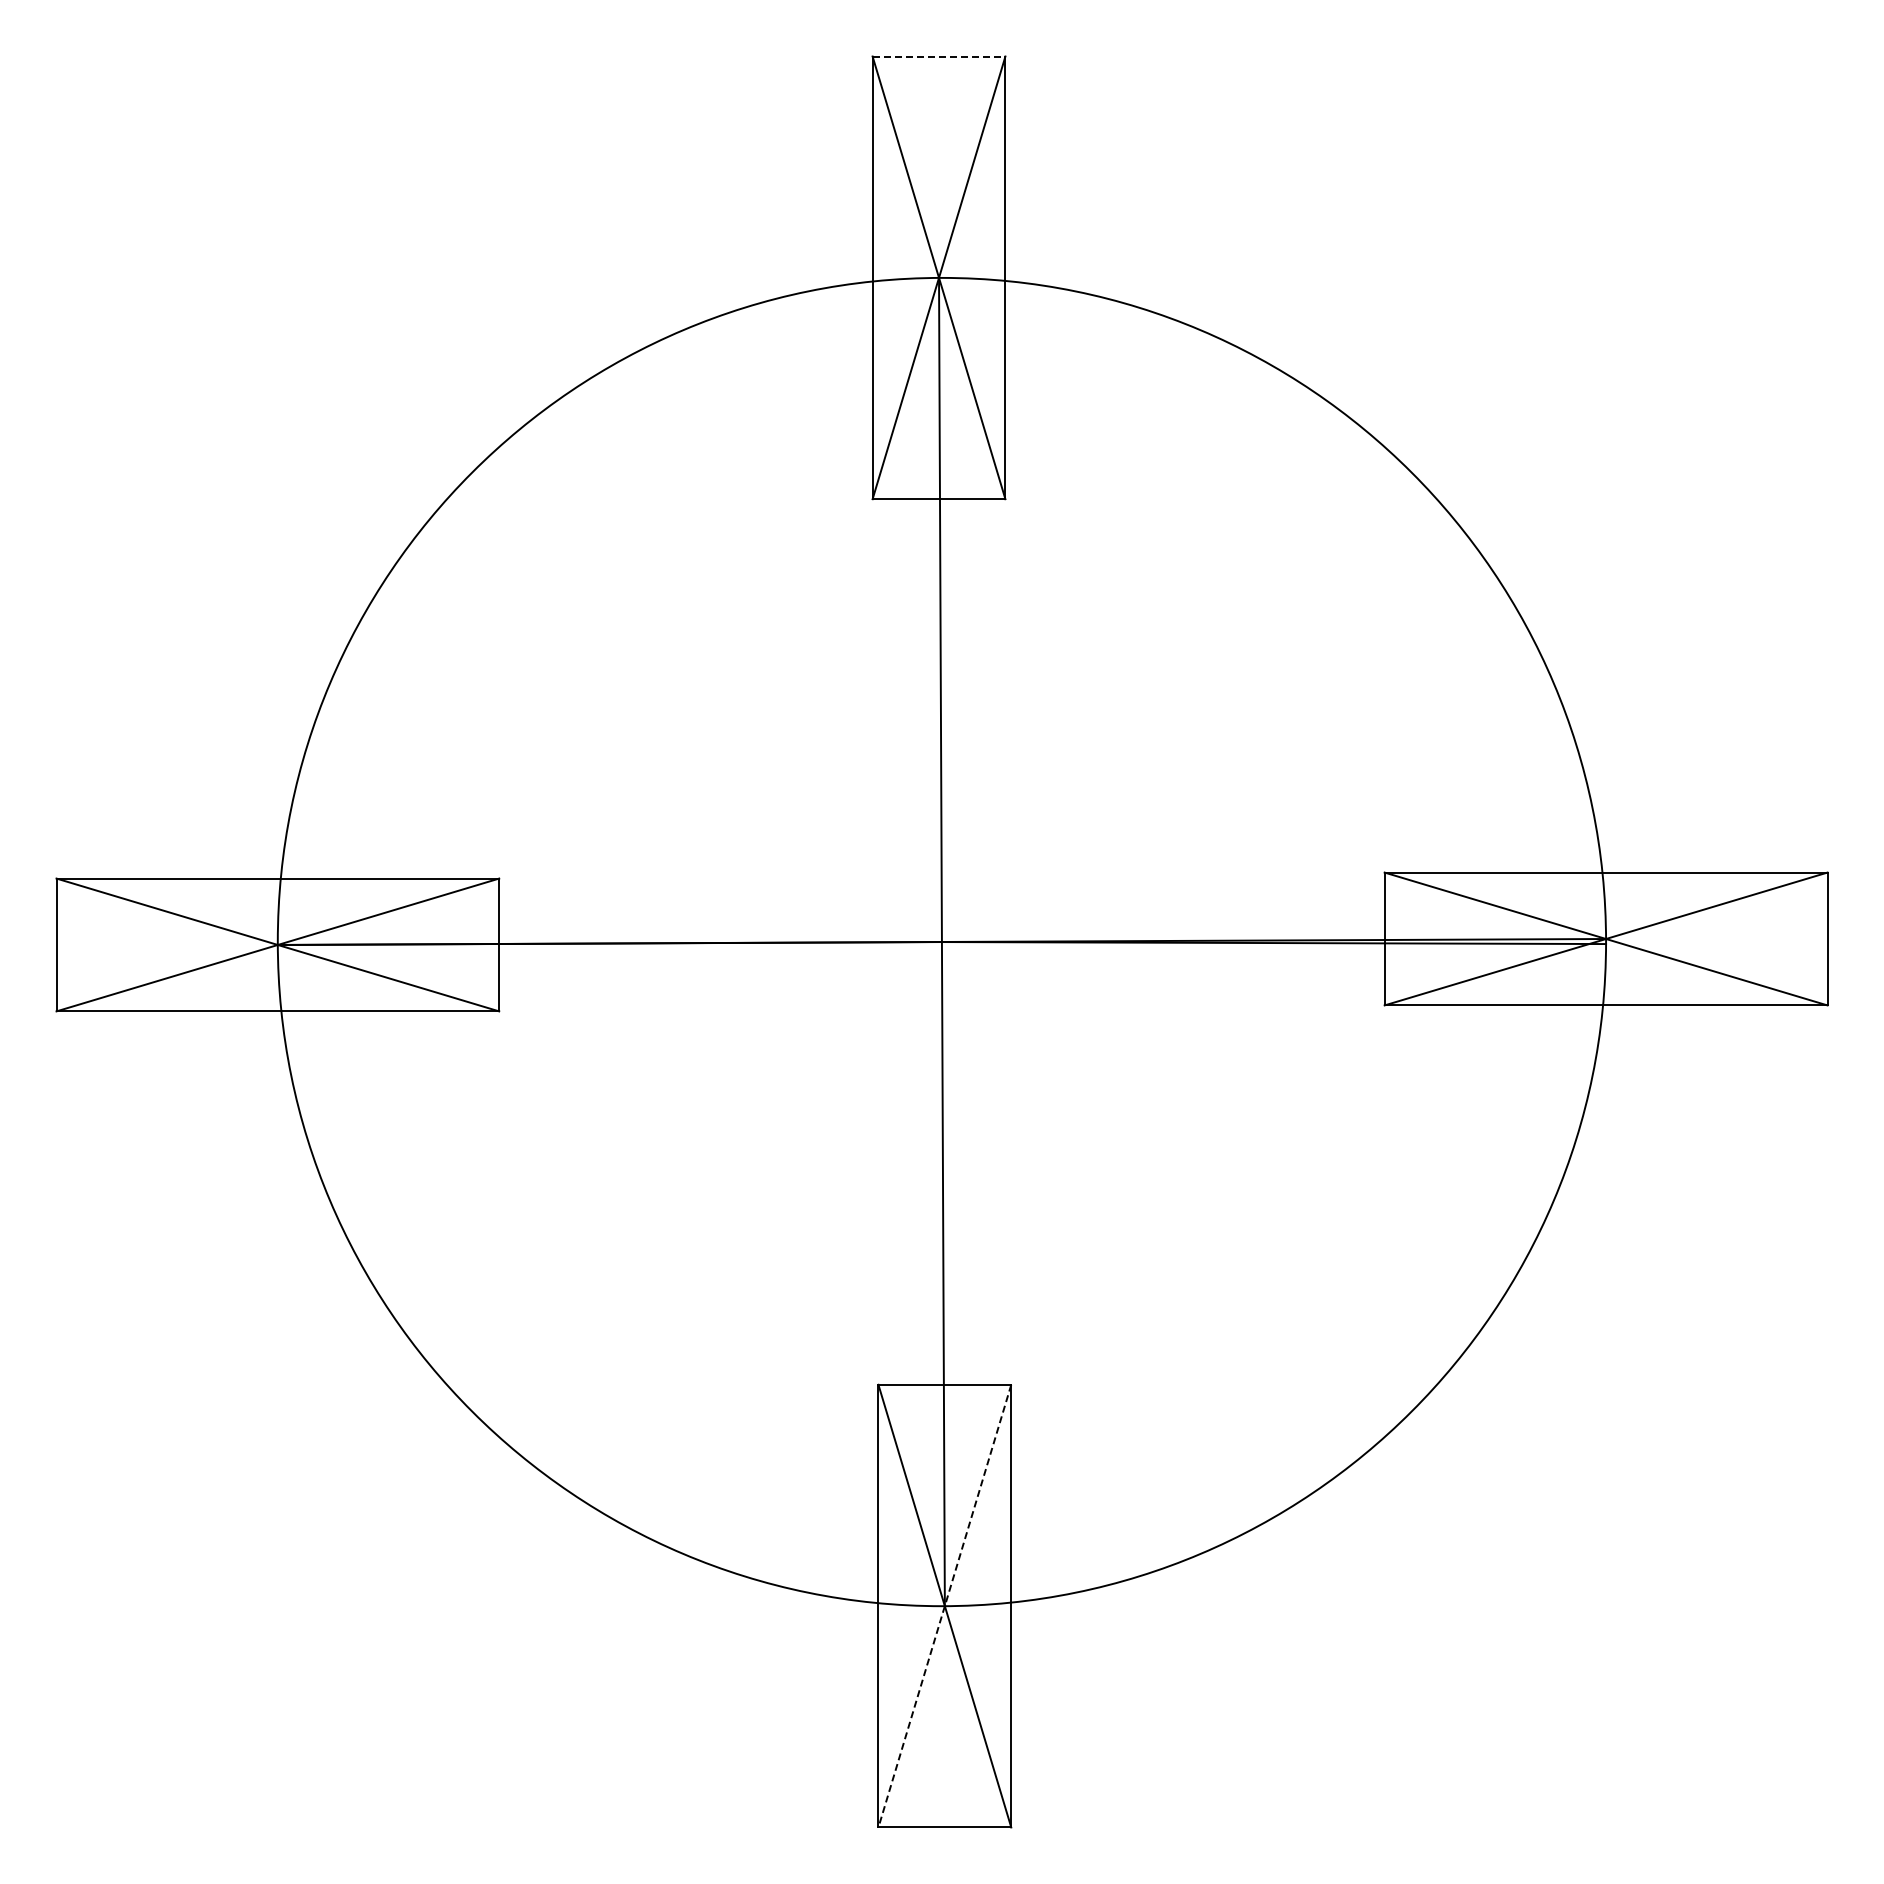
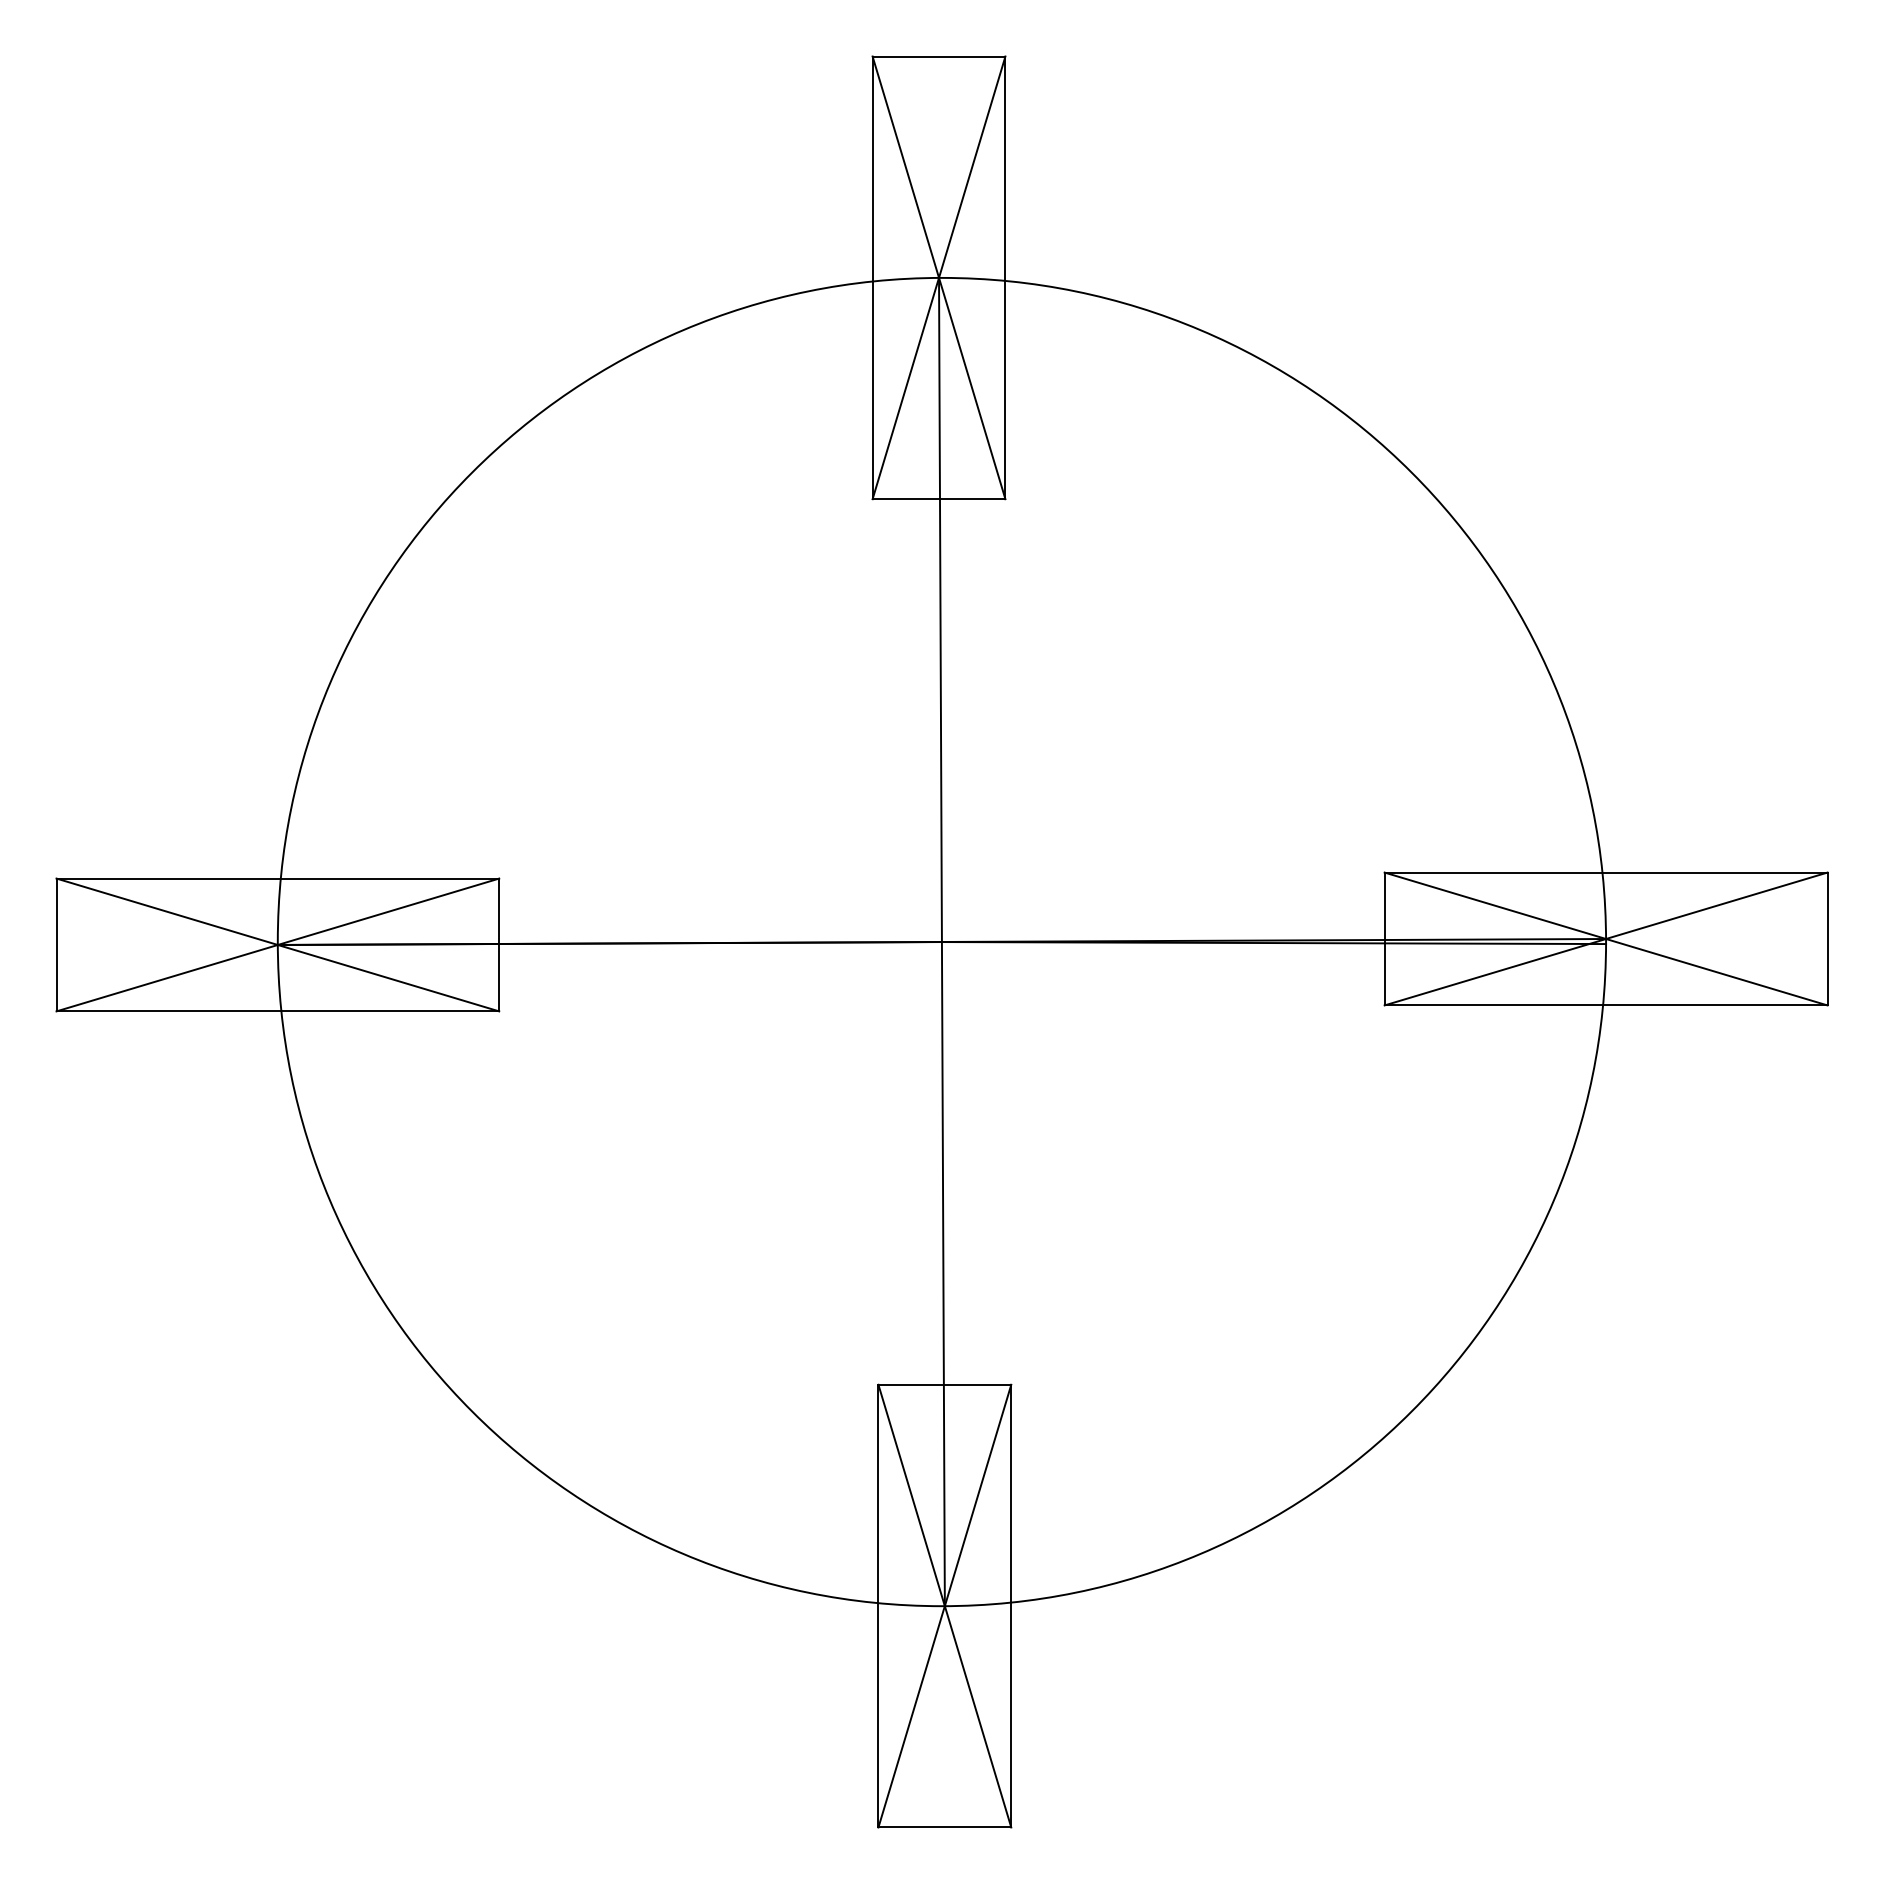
line at (939, 56): dashed -> solid
line at (944, 1606): dashed -> solid
